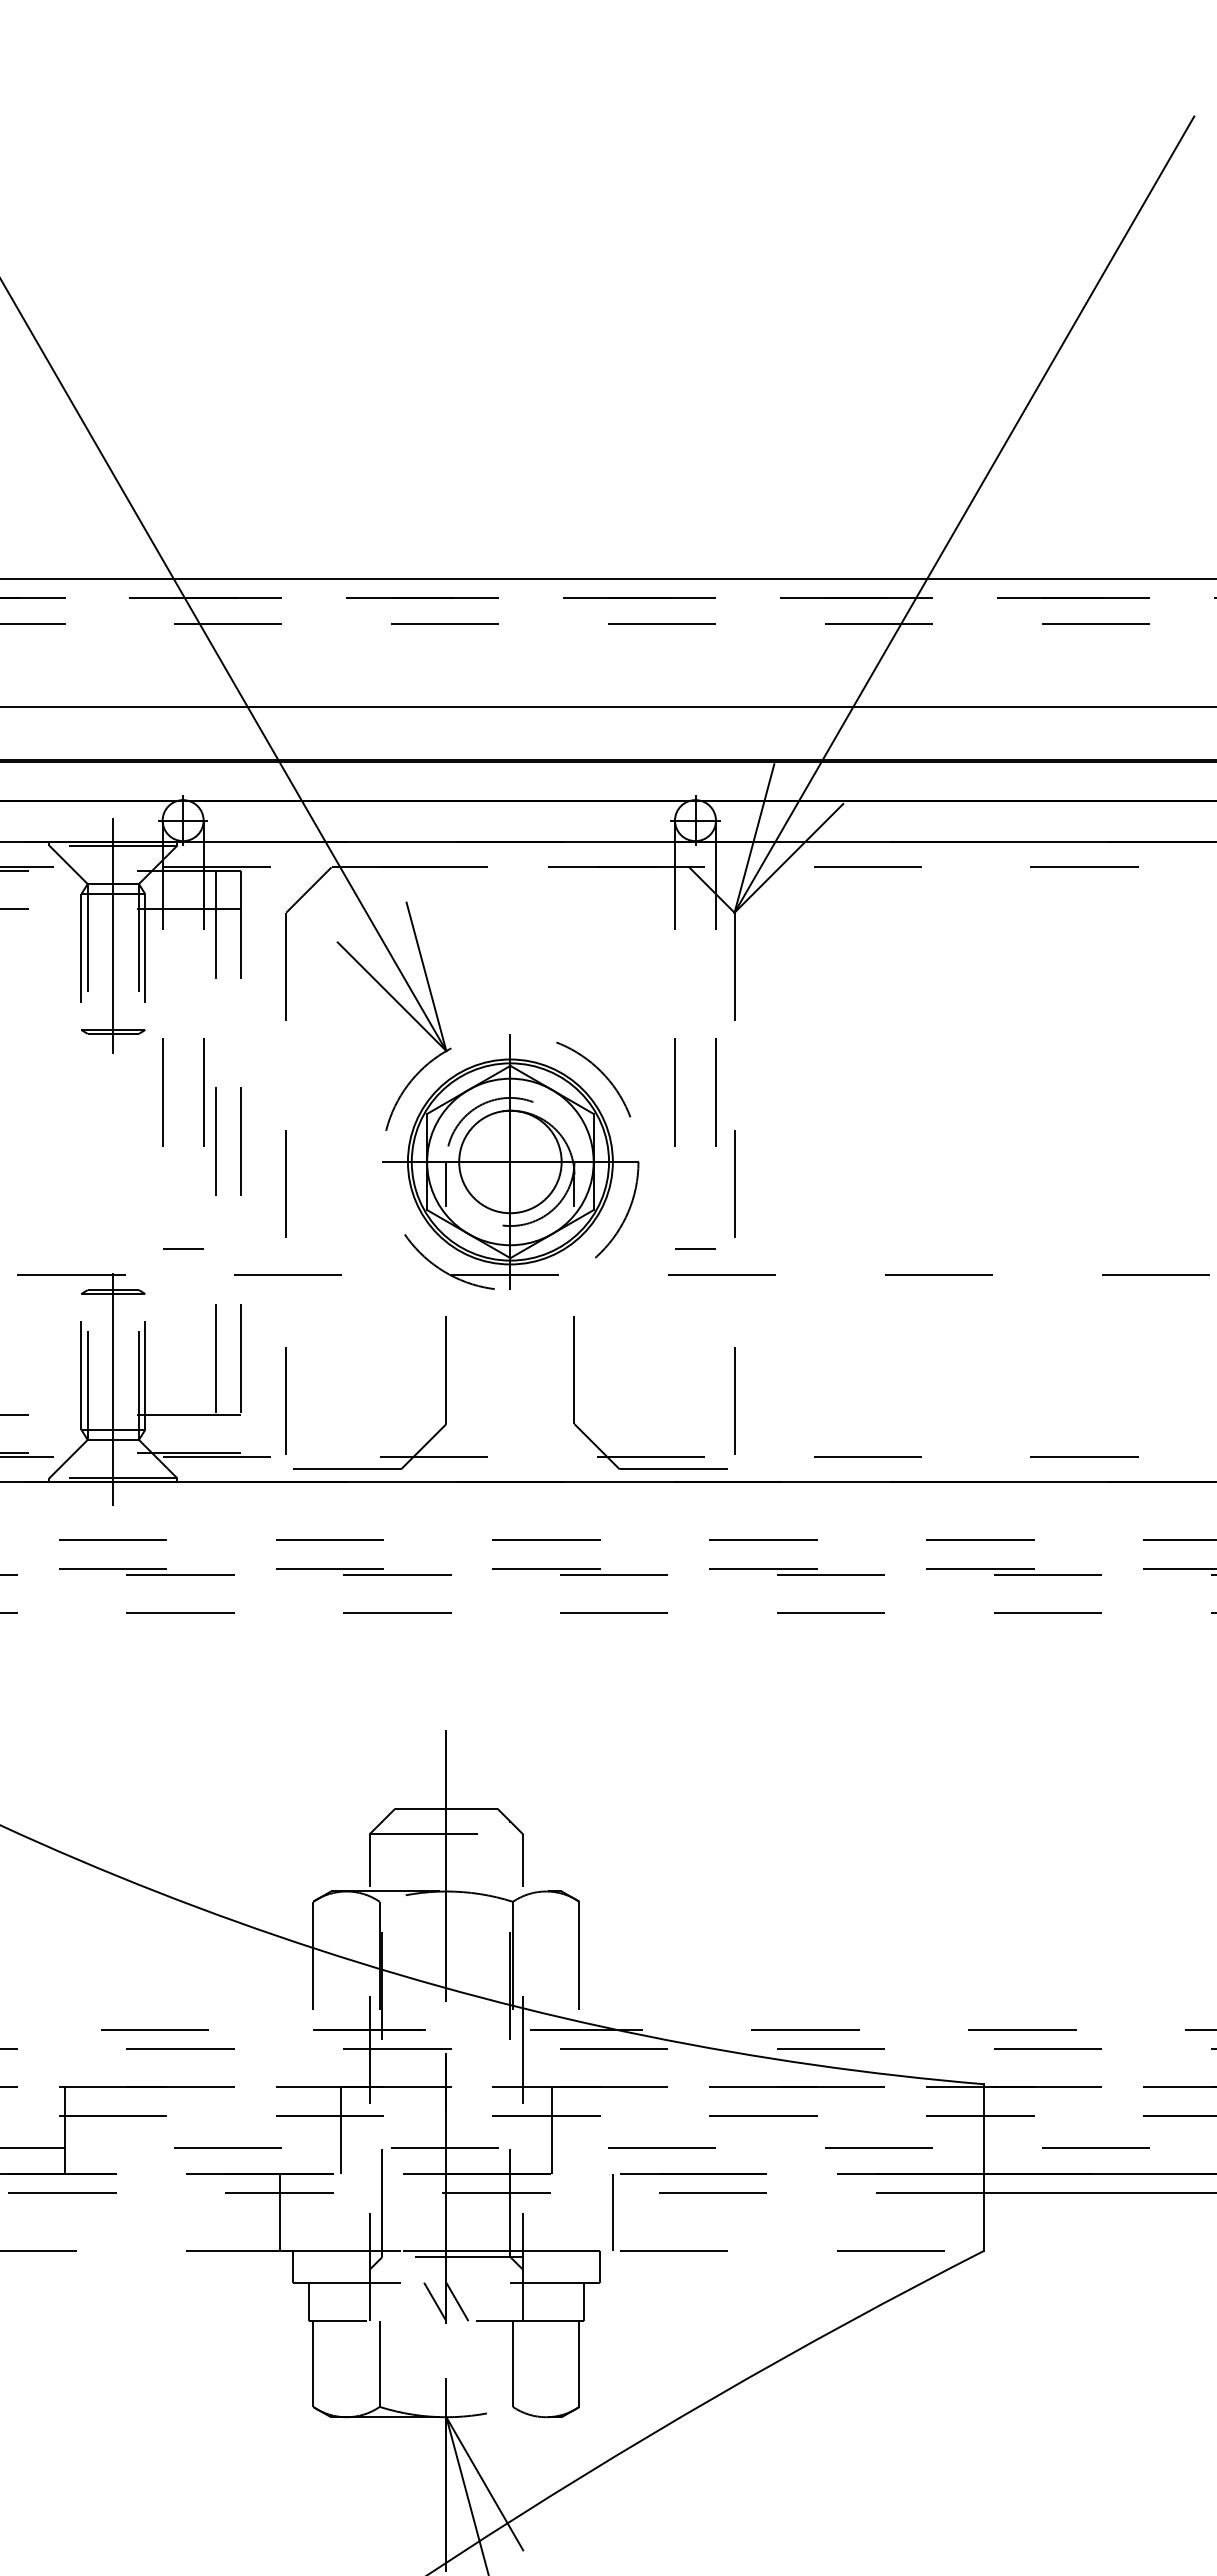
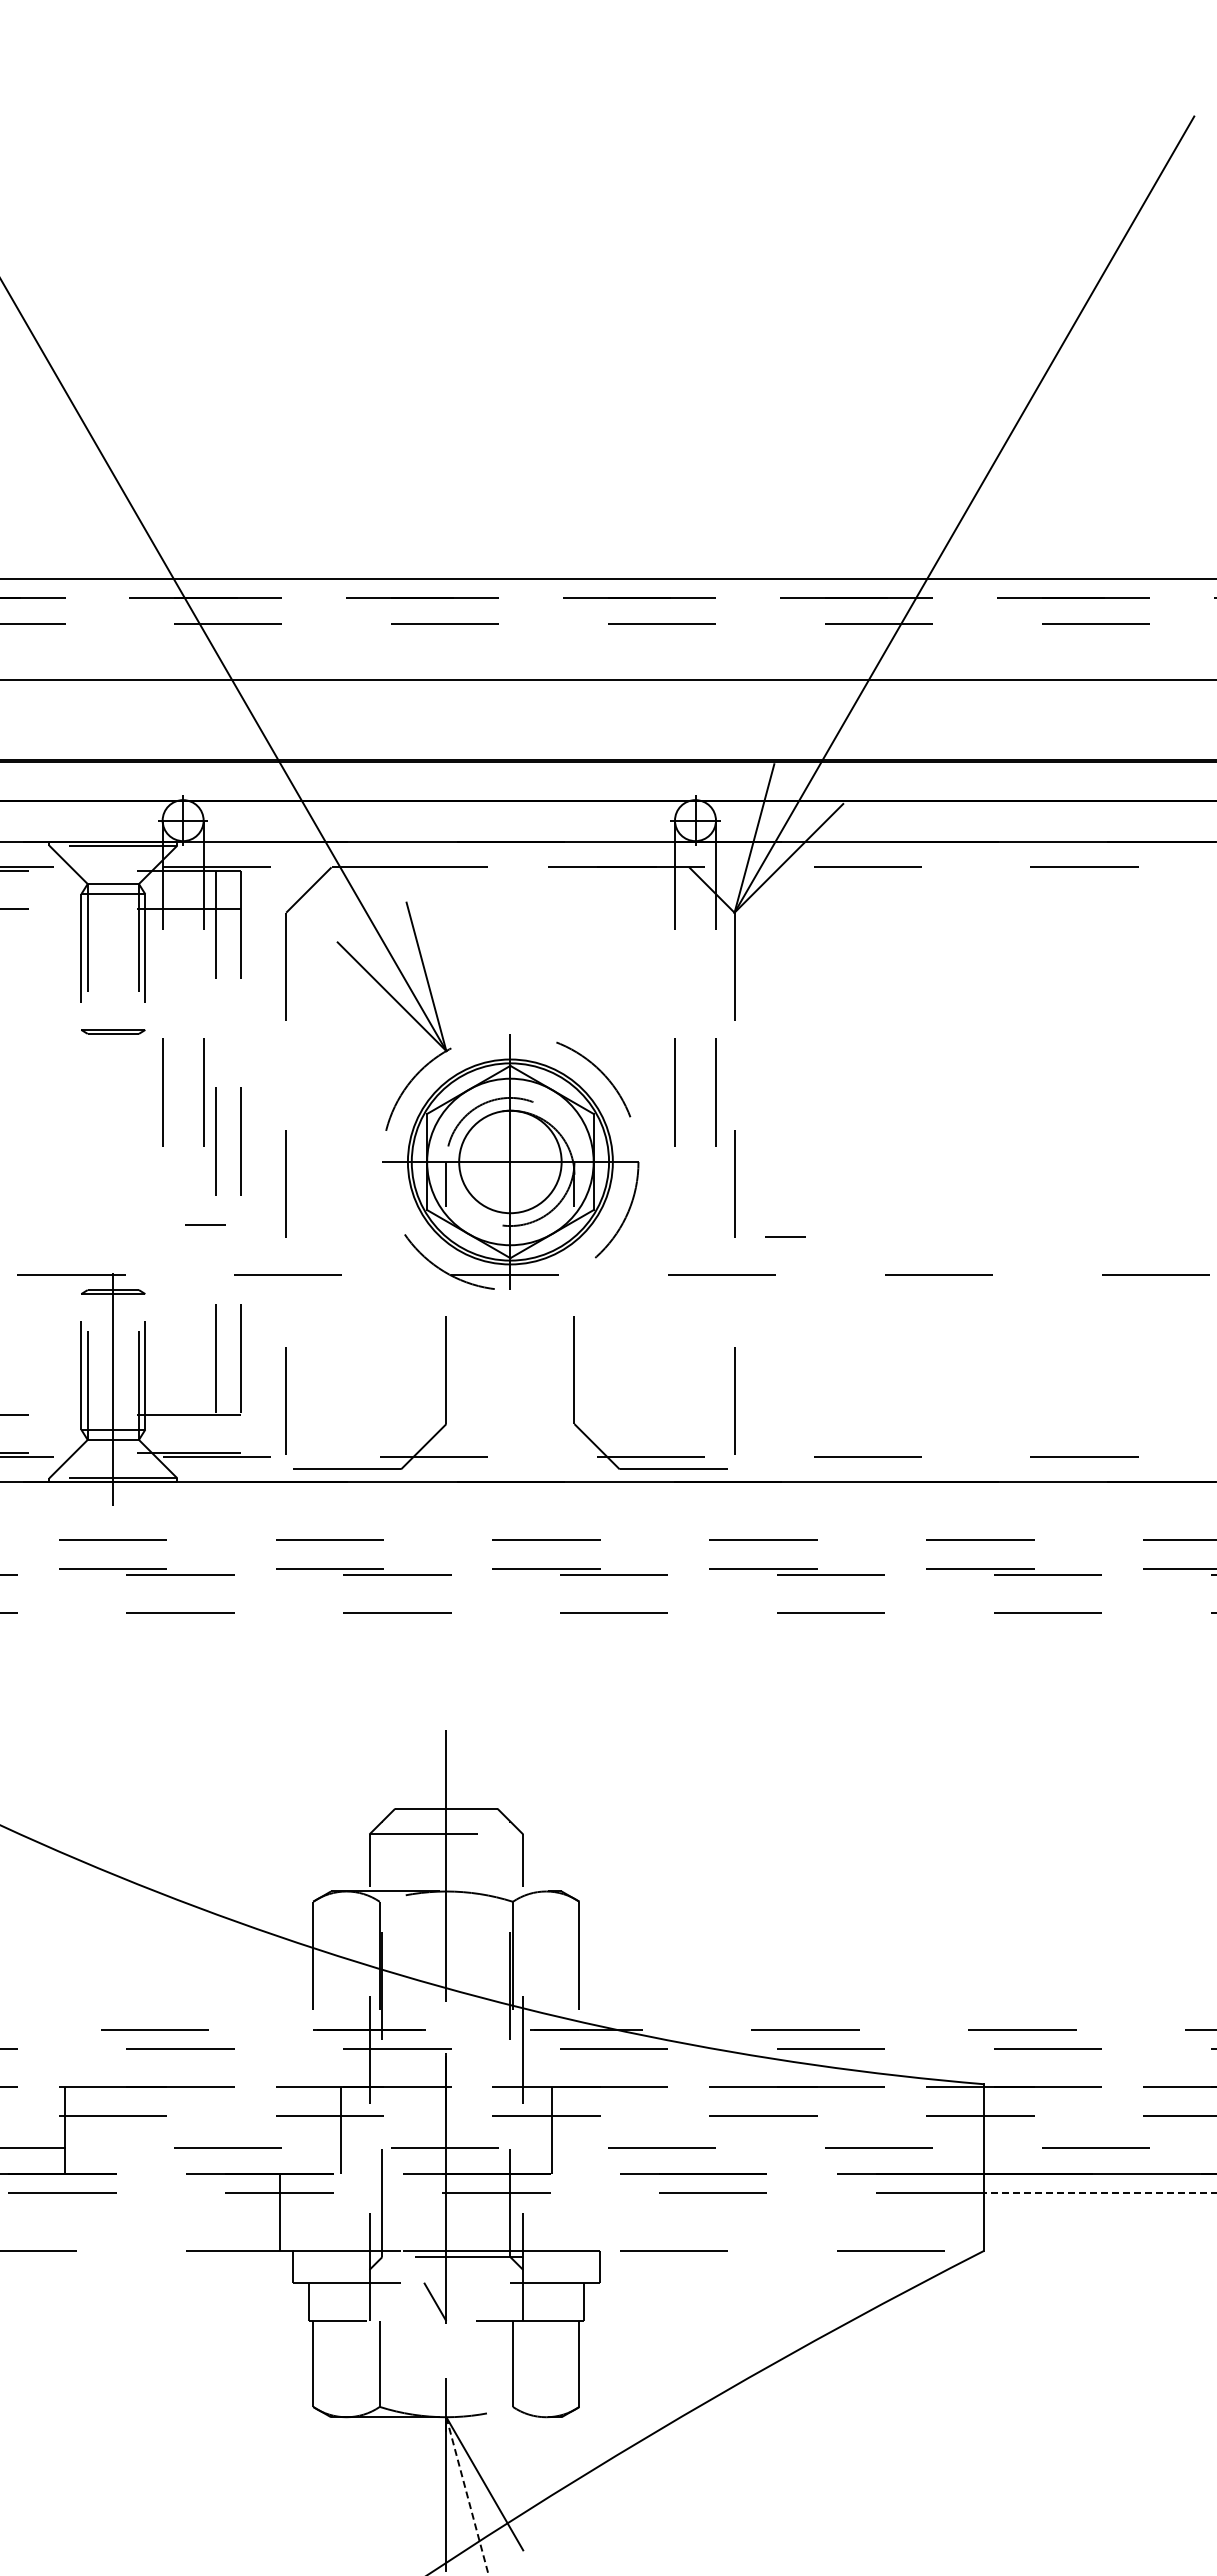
line at (607, 707) position: (607, 707) -> (607, 680)
line at (113, 936): present -> none
line at (183, 1248) position: (183, 1248) -> (205, 1224)
line at (695, 1248) position: (695, 1248) -> (785, 1236)
line at (1100, 2193): solid -> dashed
line at (612, 2211): present -> none
line at (457, 2301): present -> none
line at (467, 2496): solid -> dashed
